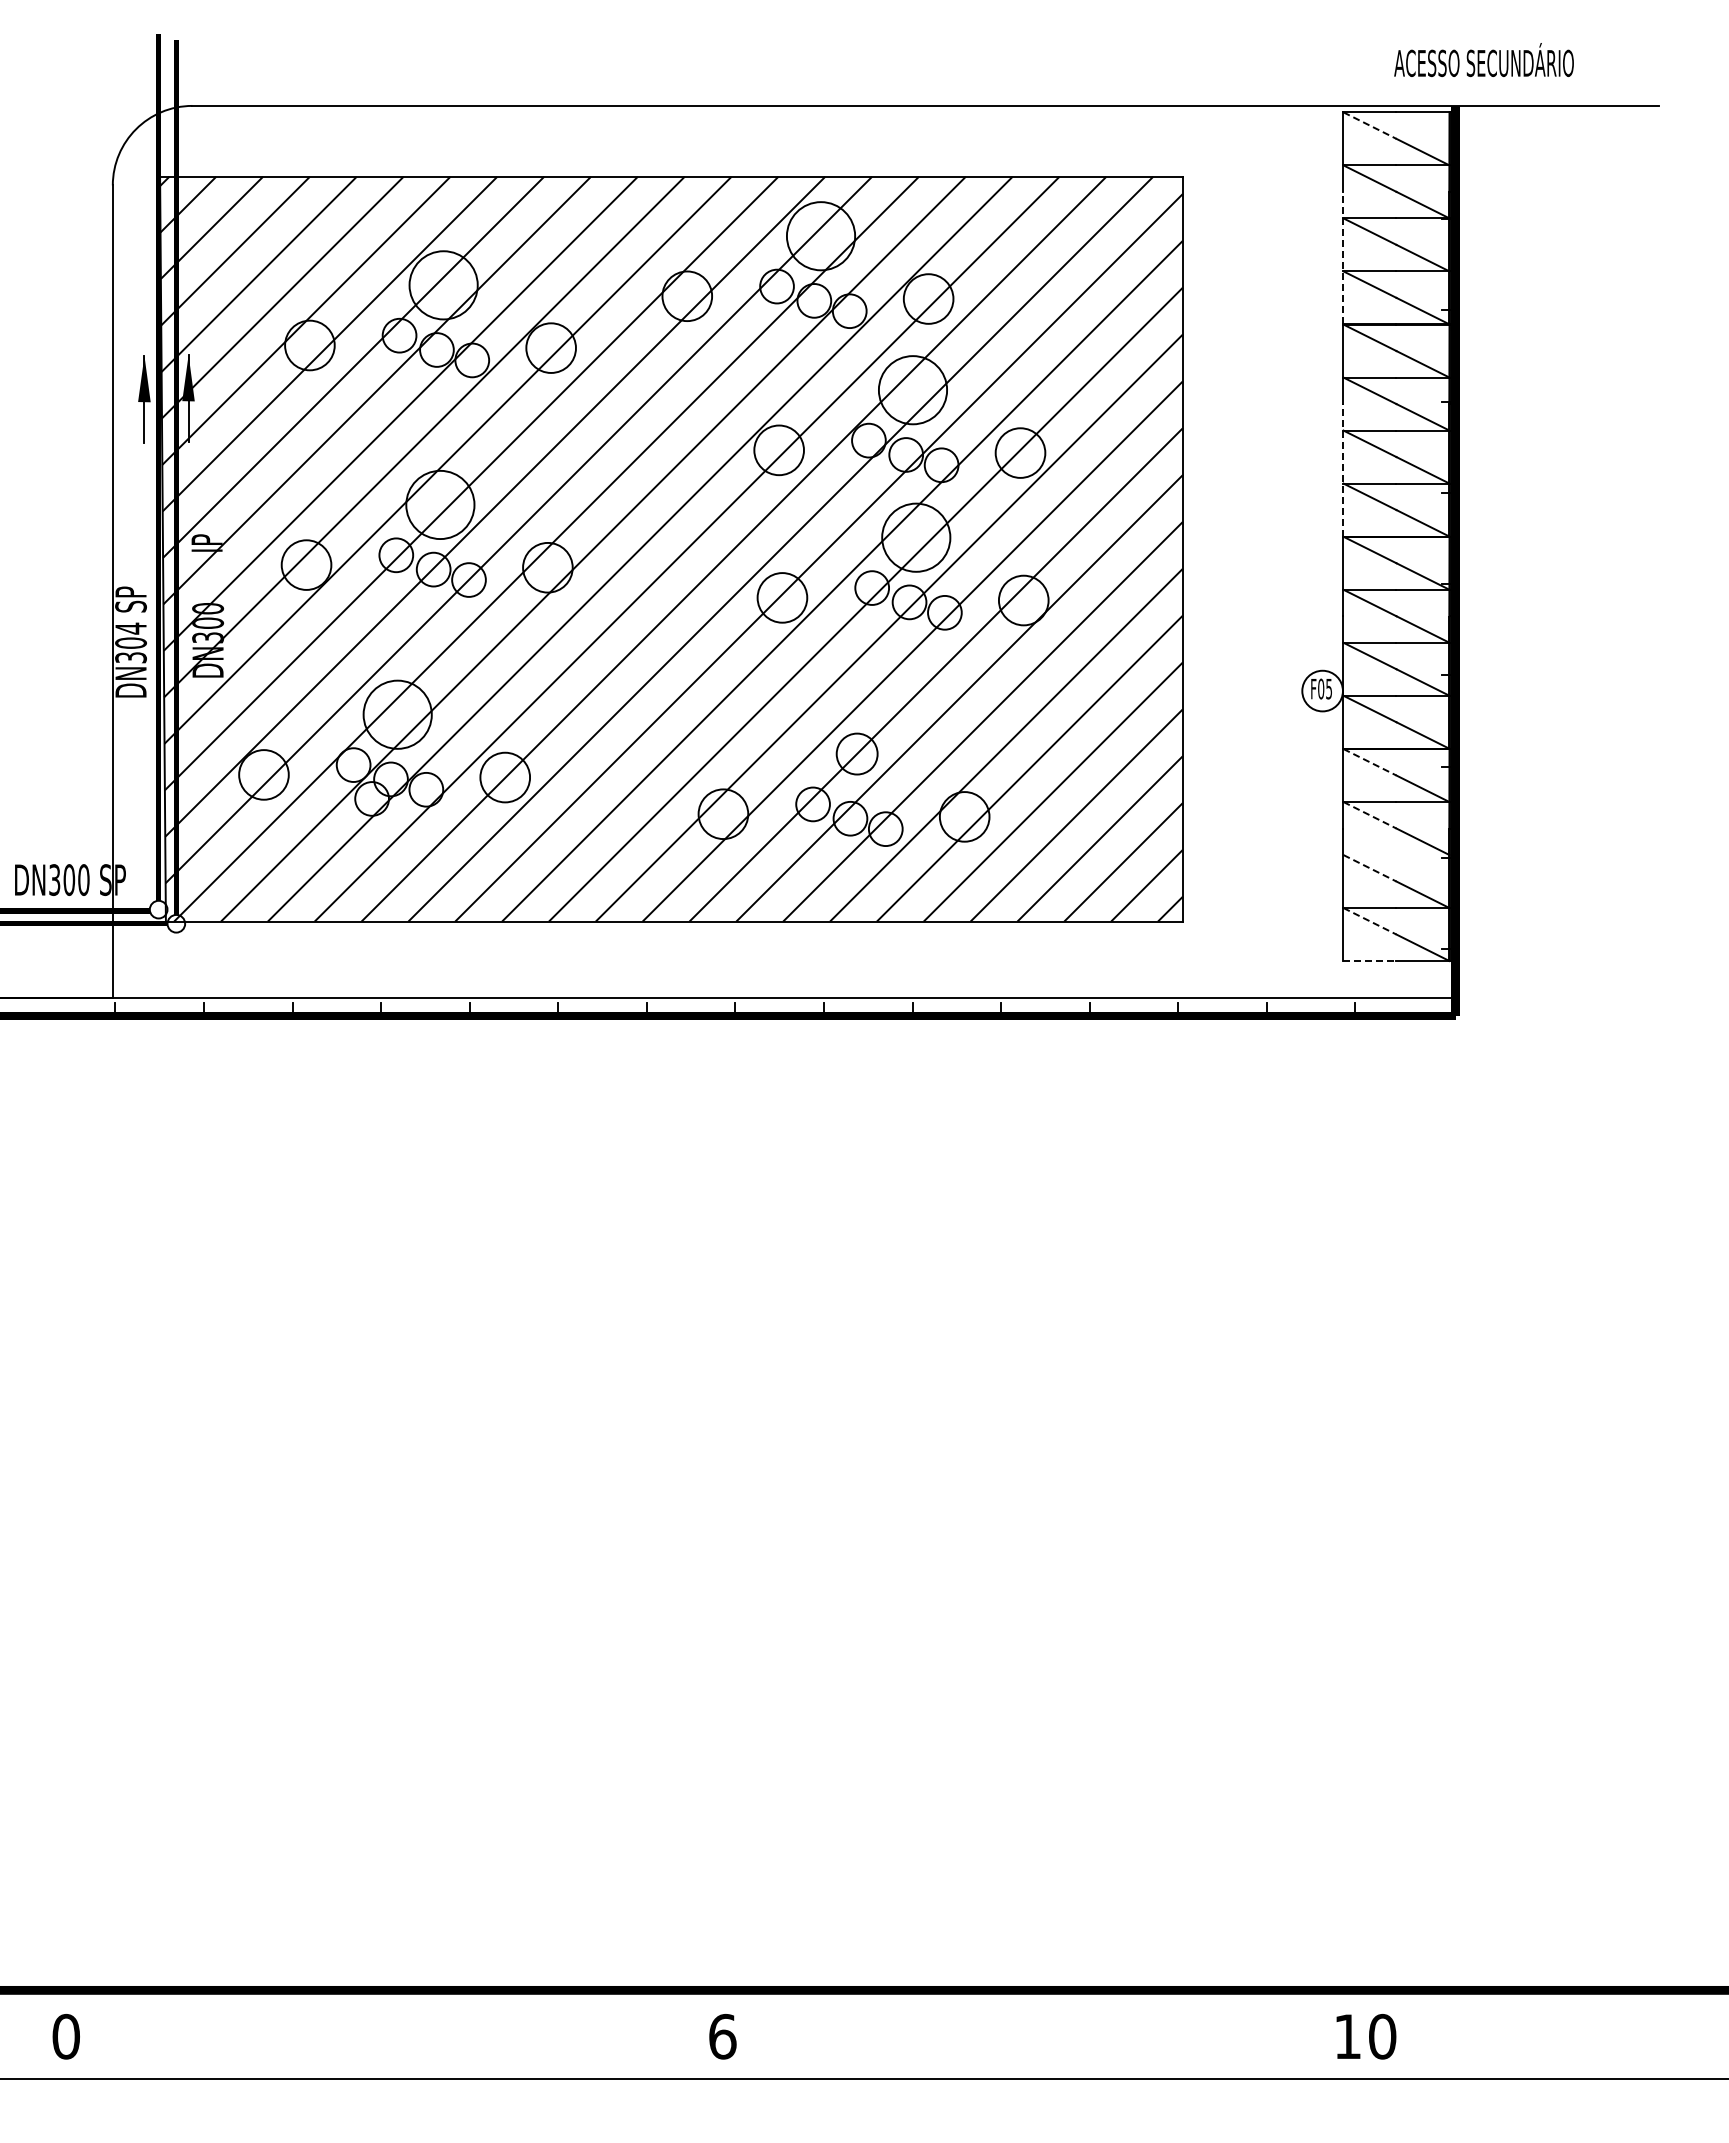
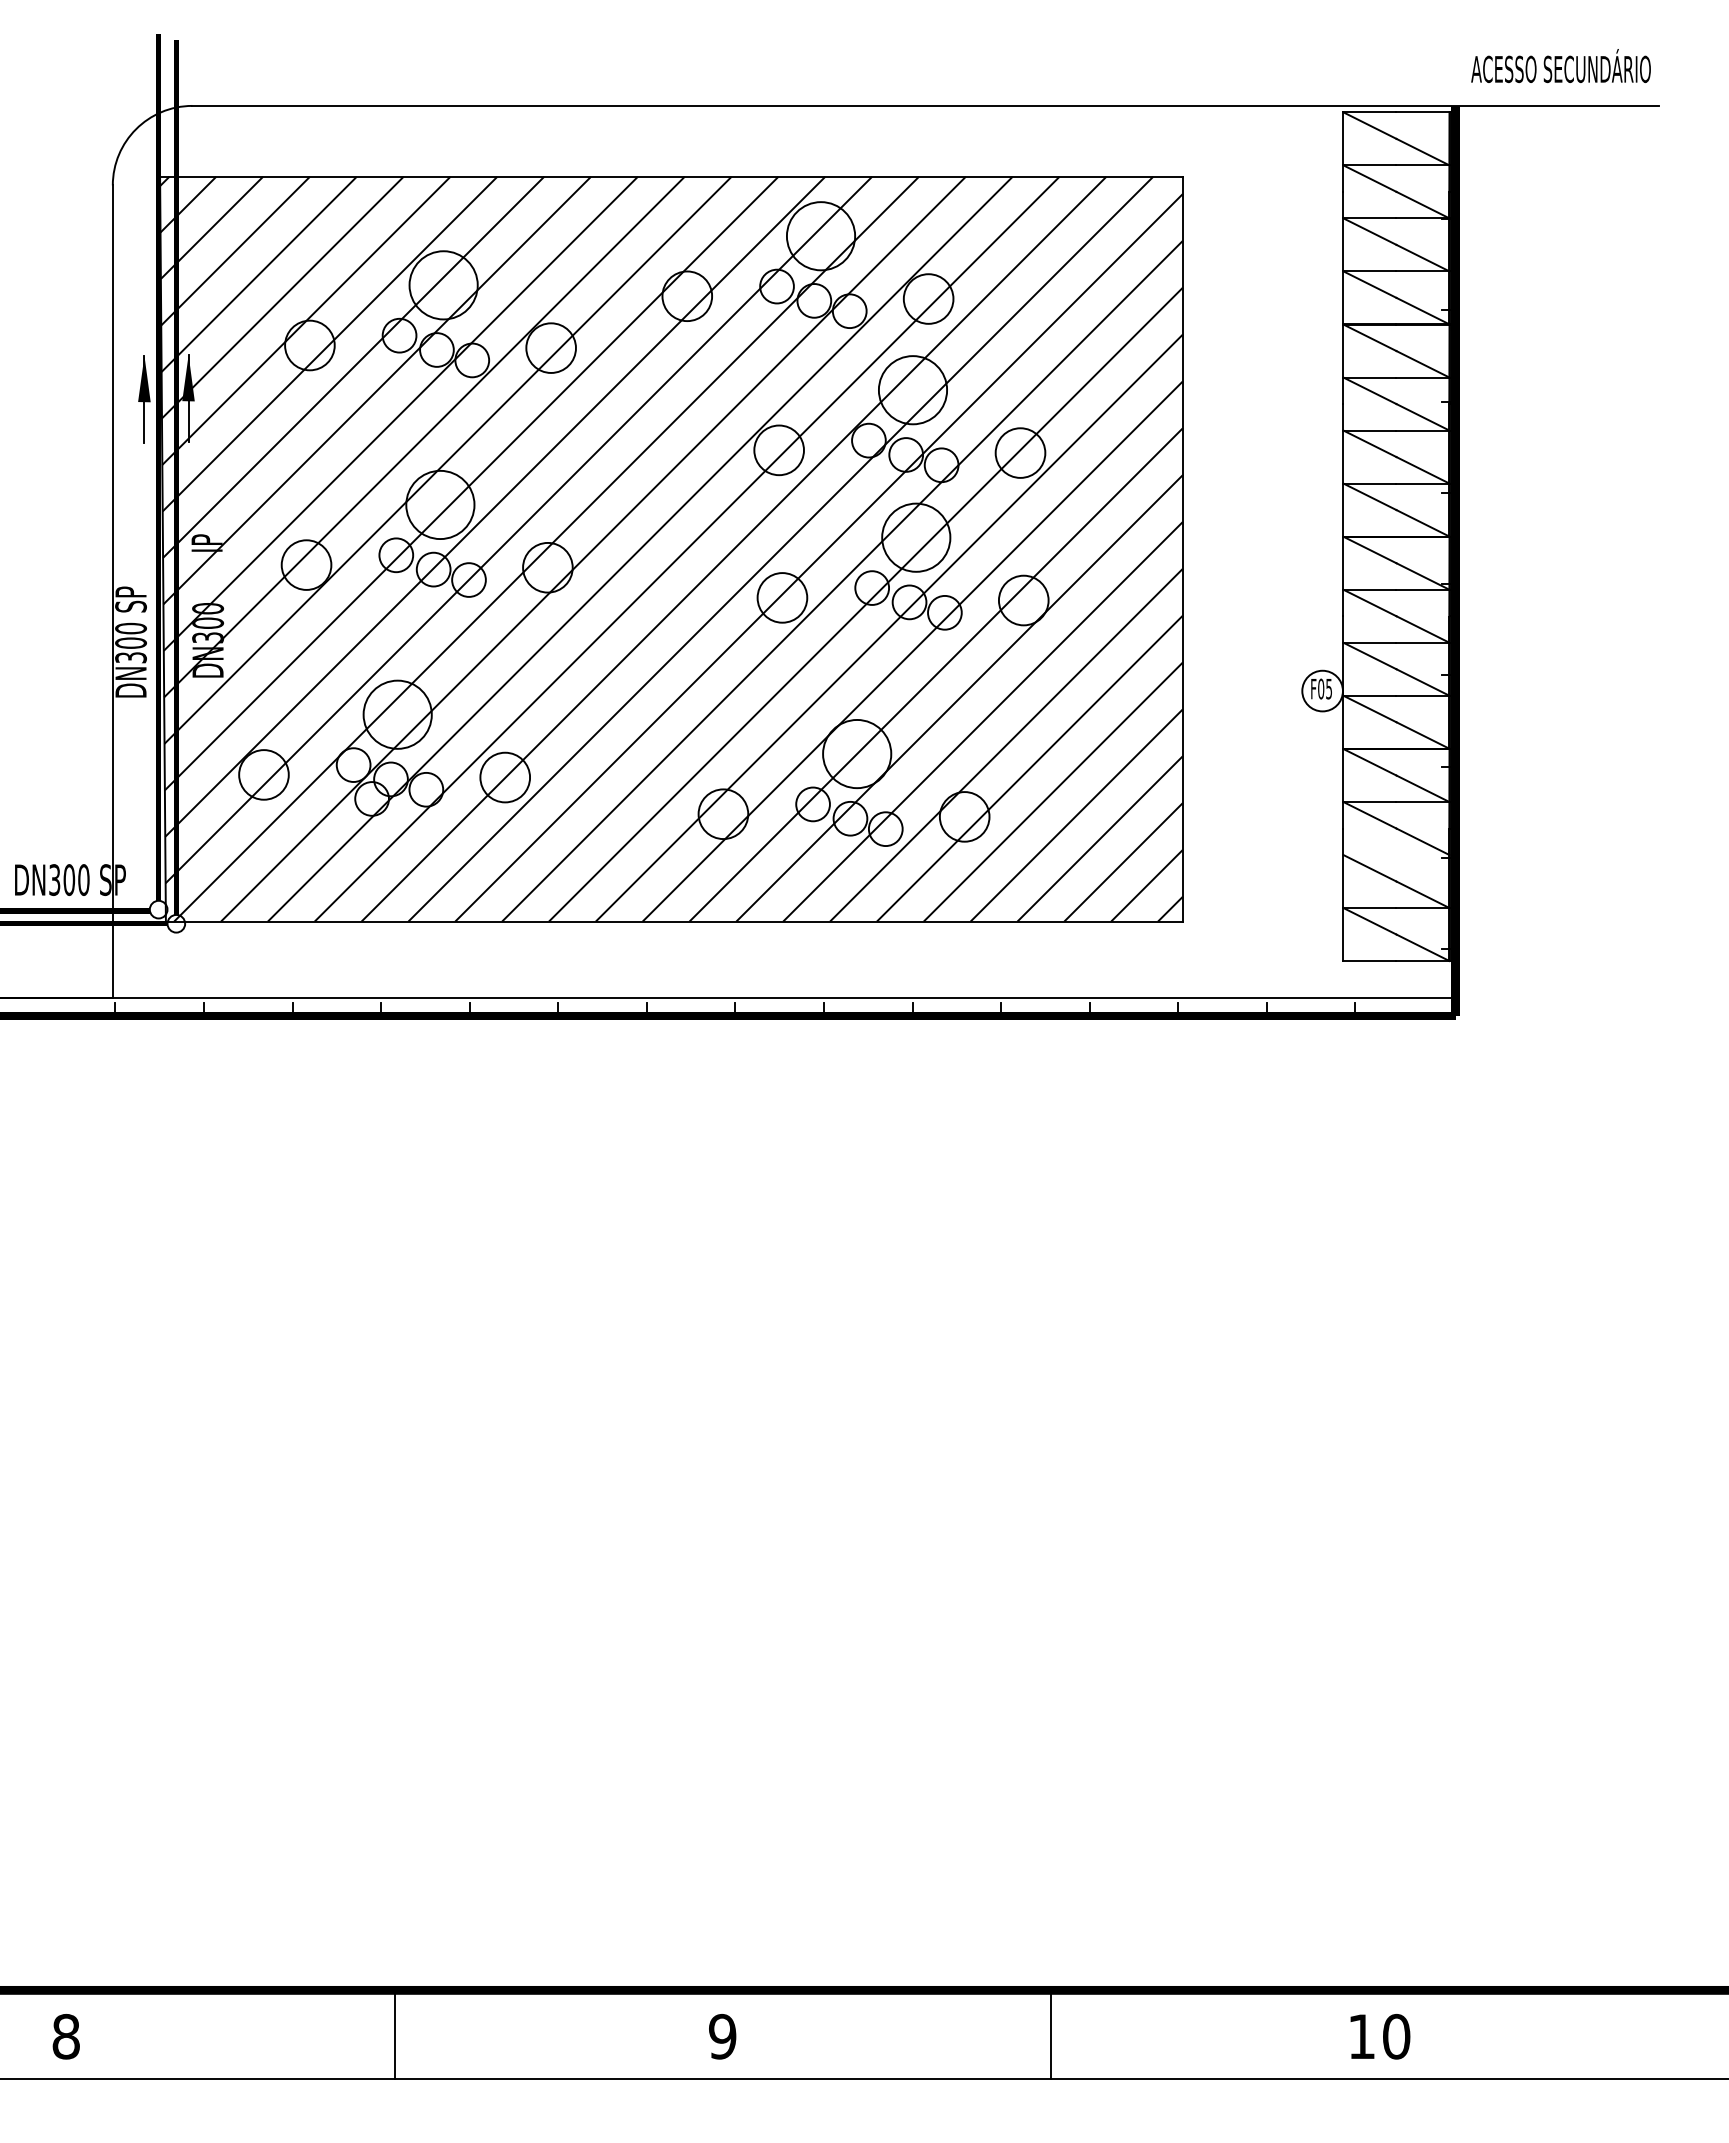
text at (1483, 60) position: (1483, 60) -> (1560, 66)
line at (1369, 125): dashed -> solid
line at (1343, 257): dashed -> solid
line at (1343, 469): dashed -> solid
text at (130, 628): DN304 -> DN300
circle at (856, 753) diameter: 41 px -> 68 px
line at (1369, 762): dashed -> solid
line at (1369, 815): dashed -> solid
line at (1369, 868): dashed -> solid
line at (1369, 921): dashed -> solid
line at (1369, 961): dashed -> solid
line at (394, 2034): none -> present
line at (1051, 2034): none -> present
text at (65, 2036): 0 -> 8
text at (722, 2036): 6 -> 9
text at (1366, 2036) position: (1366, 2036) -> (1380, 2036)
